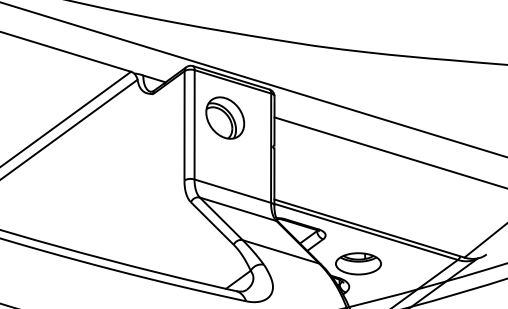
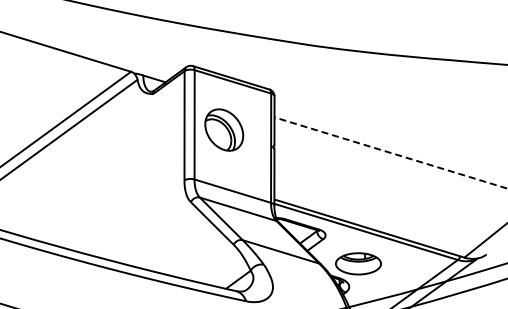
line at (253, 79): present -> none
part at (225, 117) position: (225, 117) -> (224, 129)
line at (390, 152): solid -> dashed
